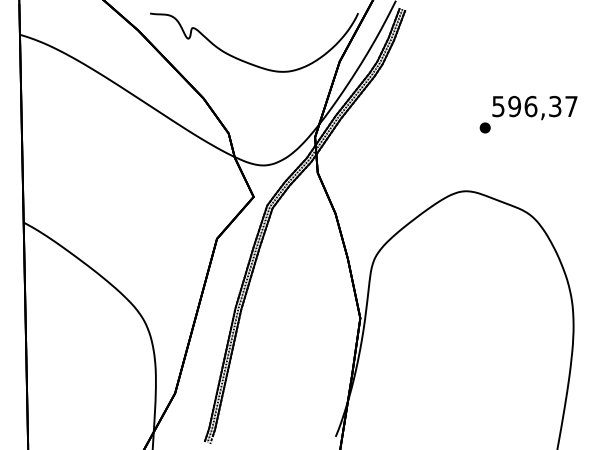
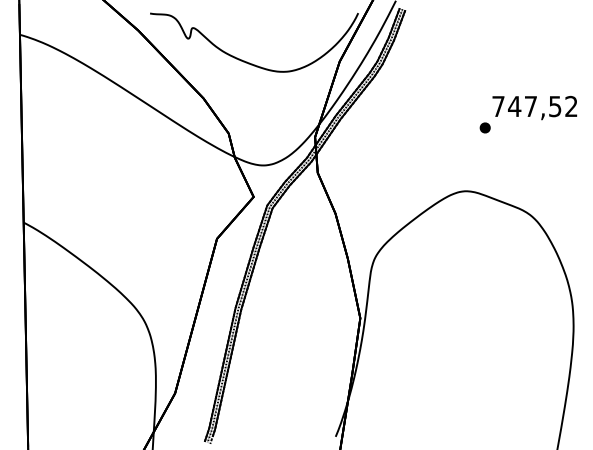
text at (534, 106): 596,37 -> 747,52
